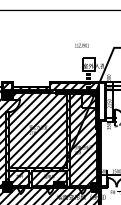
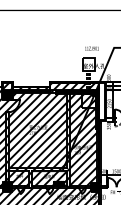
text at (81, 45) position: (81, 45) -> (91, 48)
